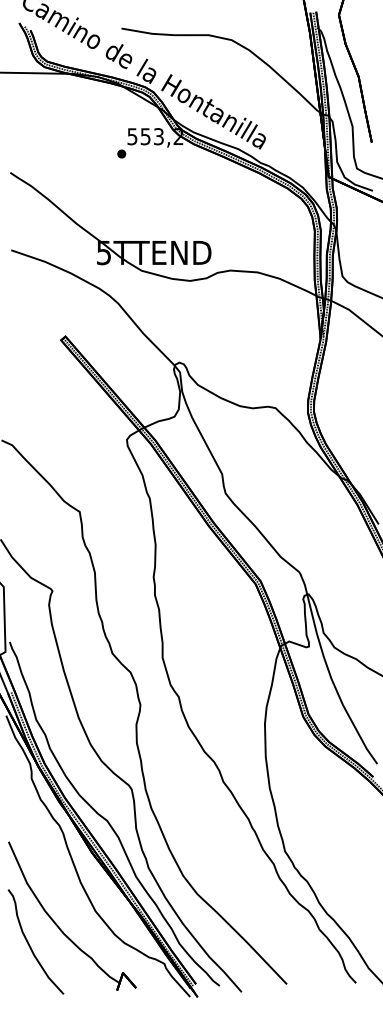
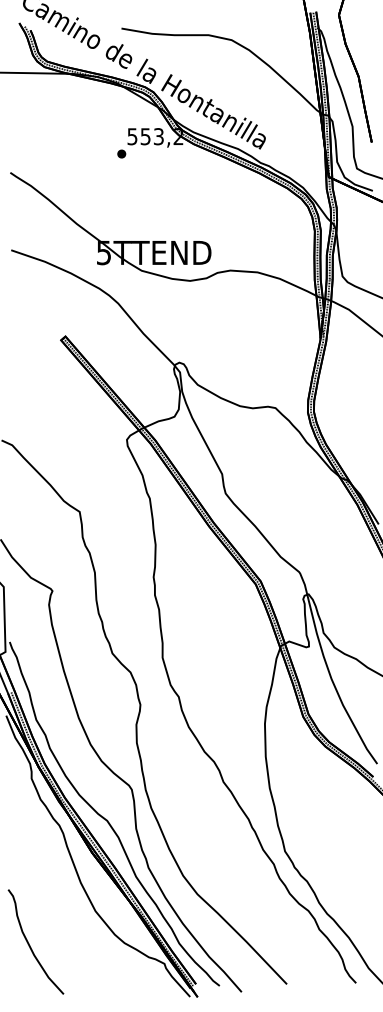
part at (59, 926): present -> none
